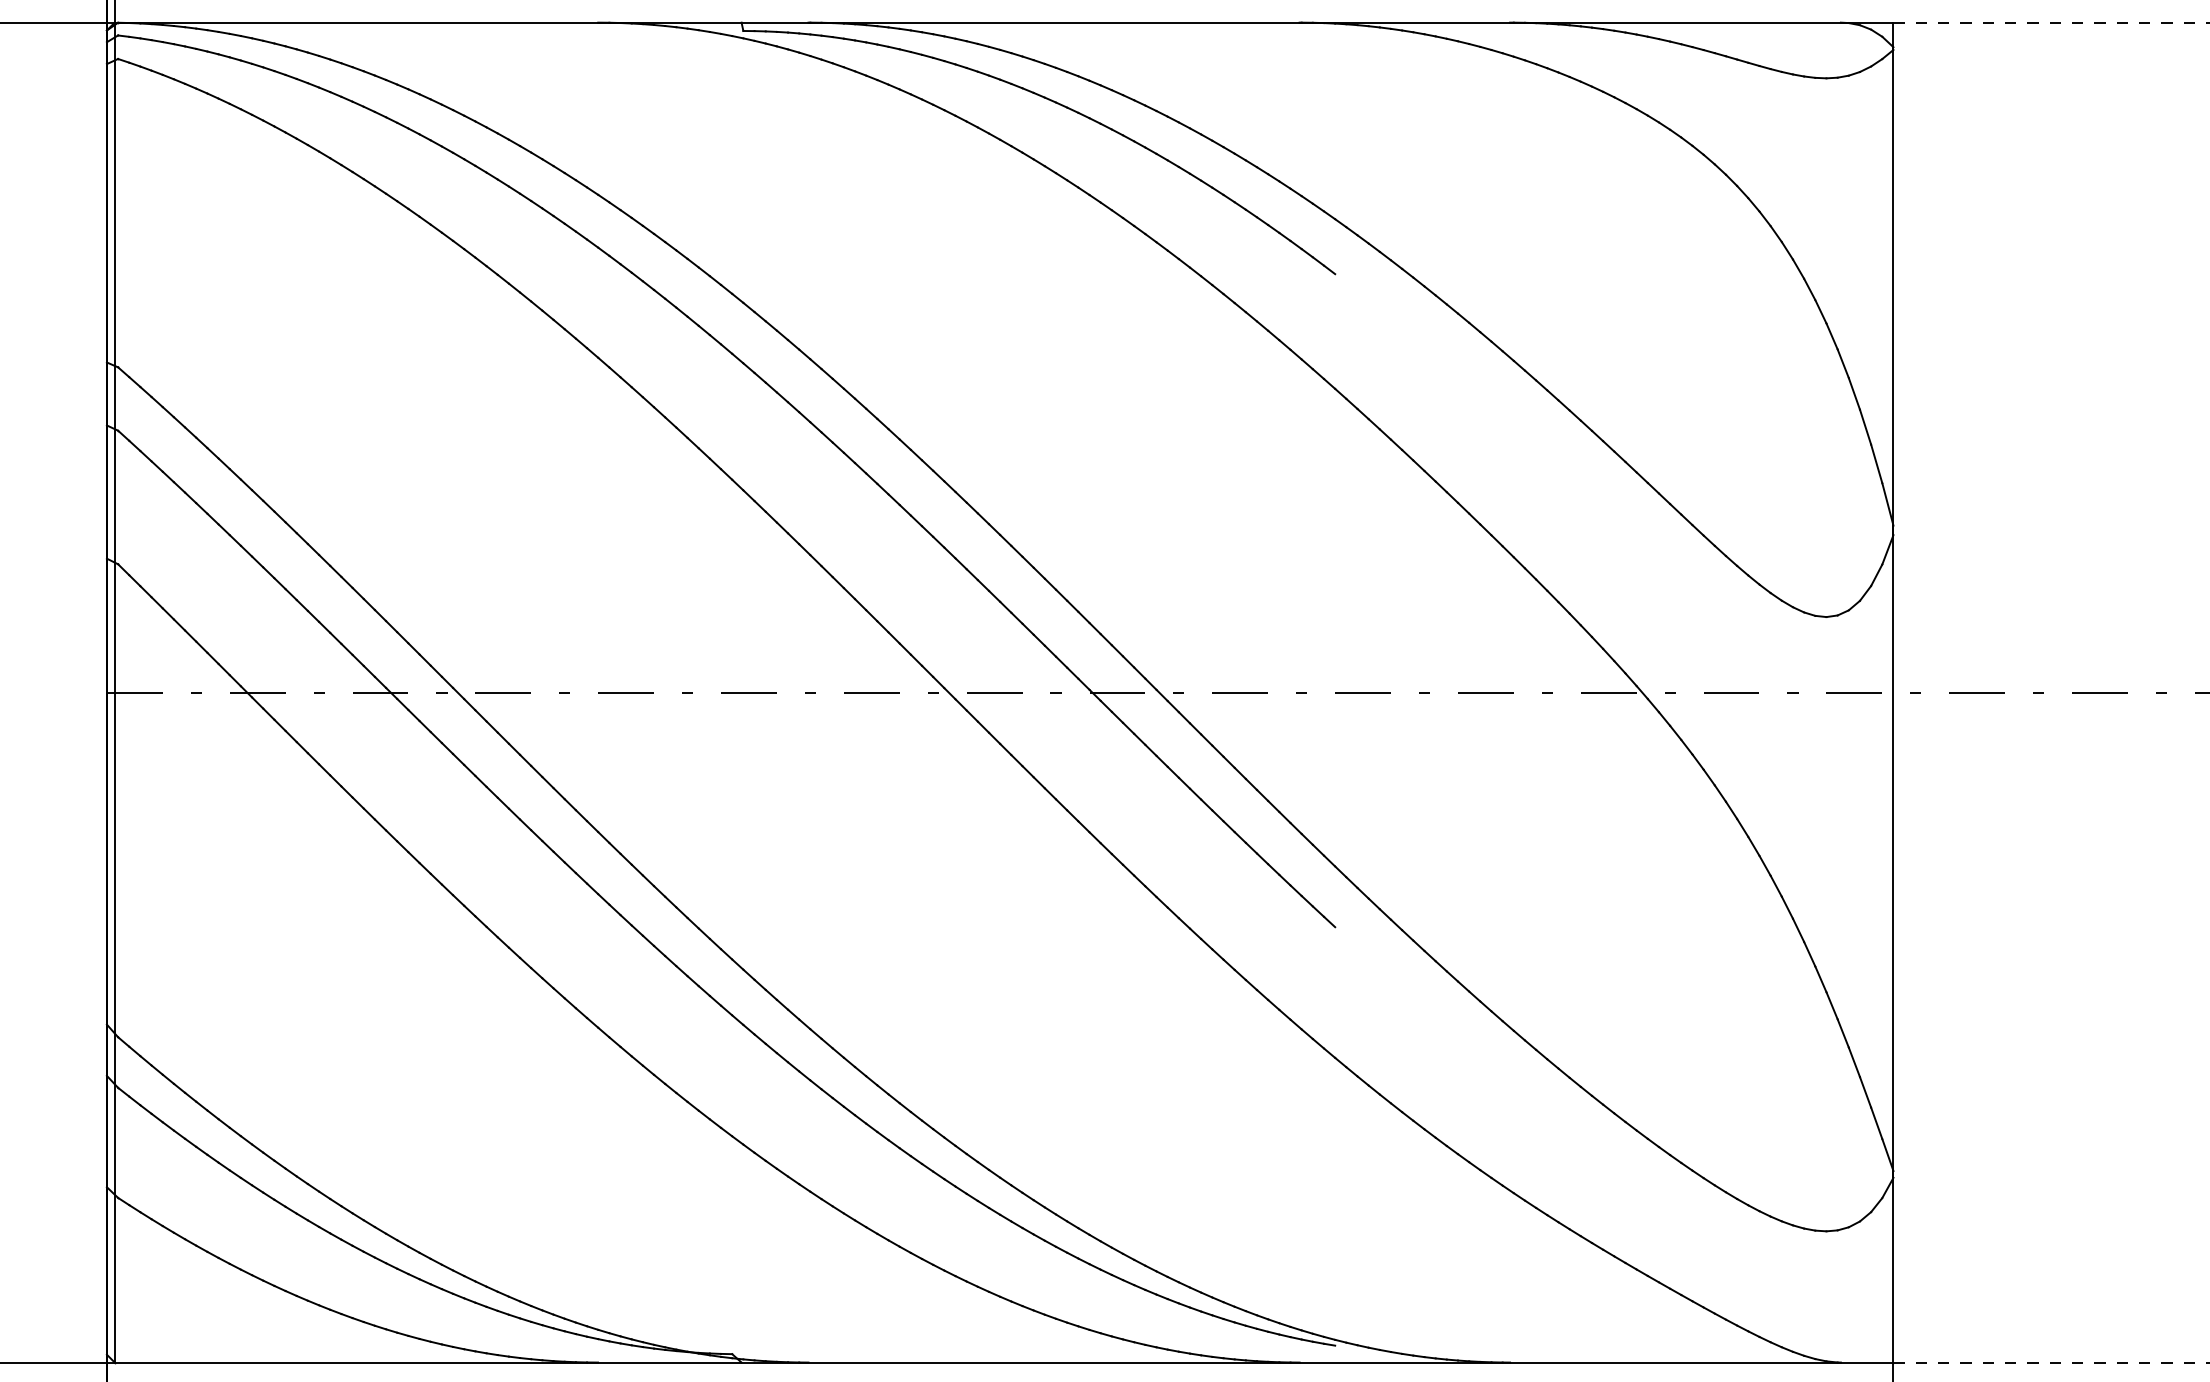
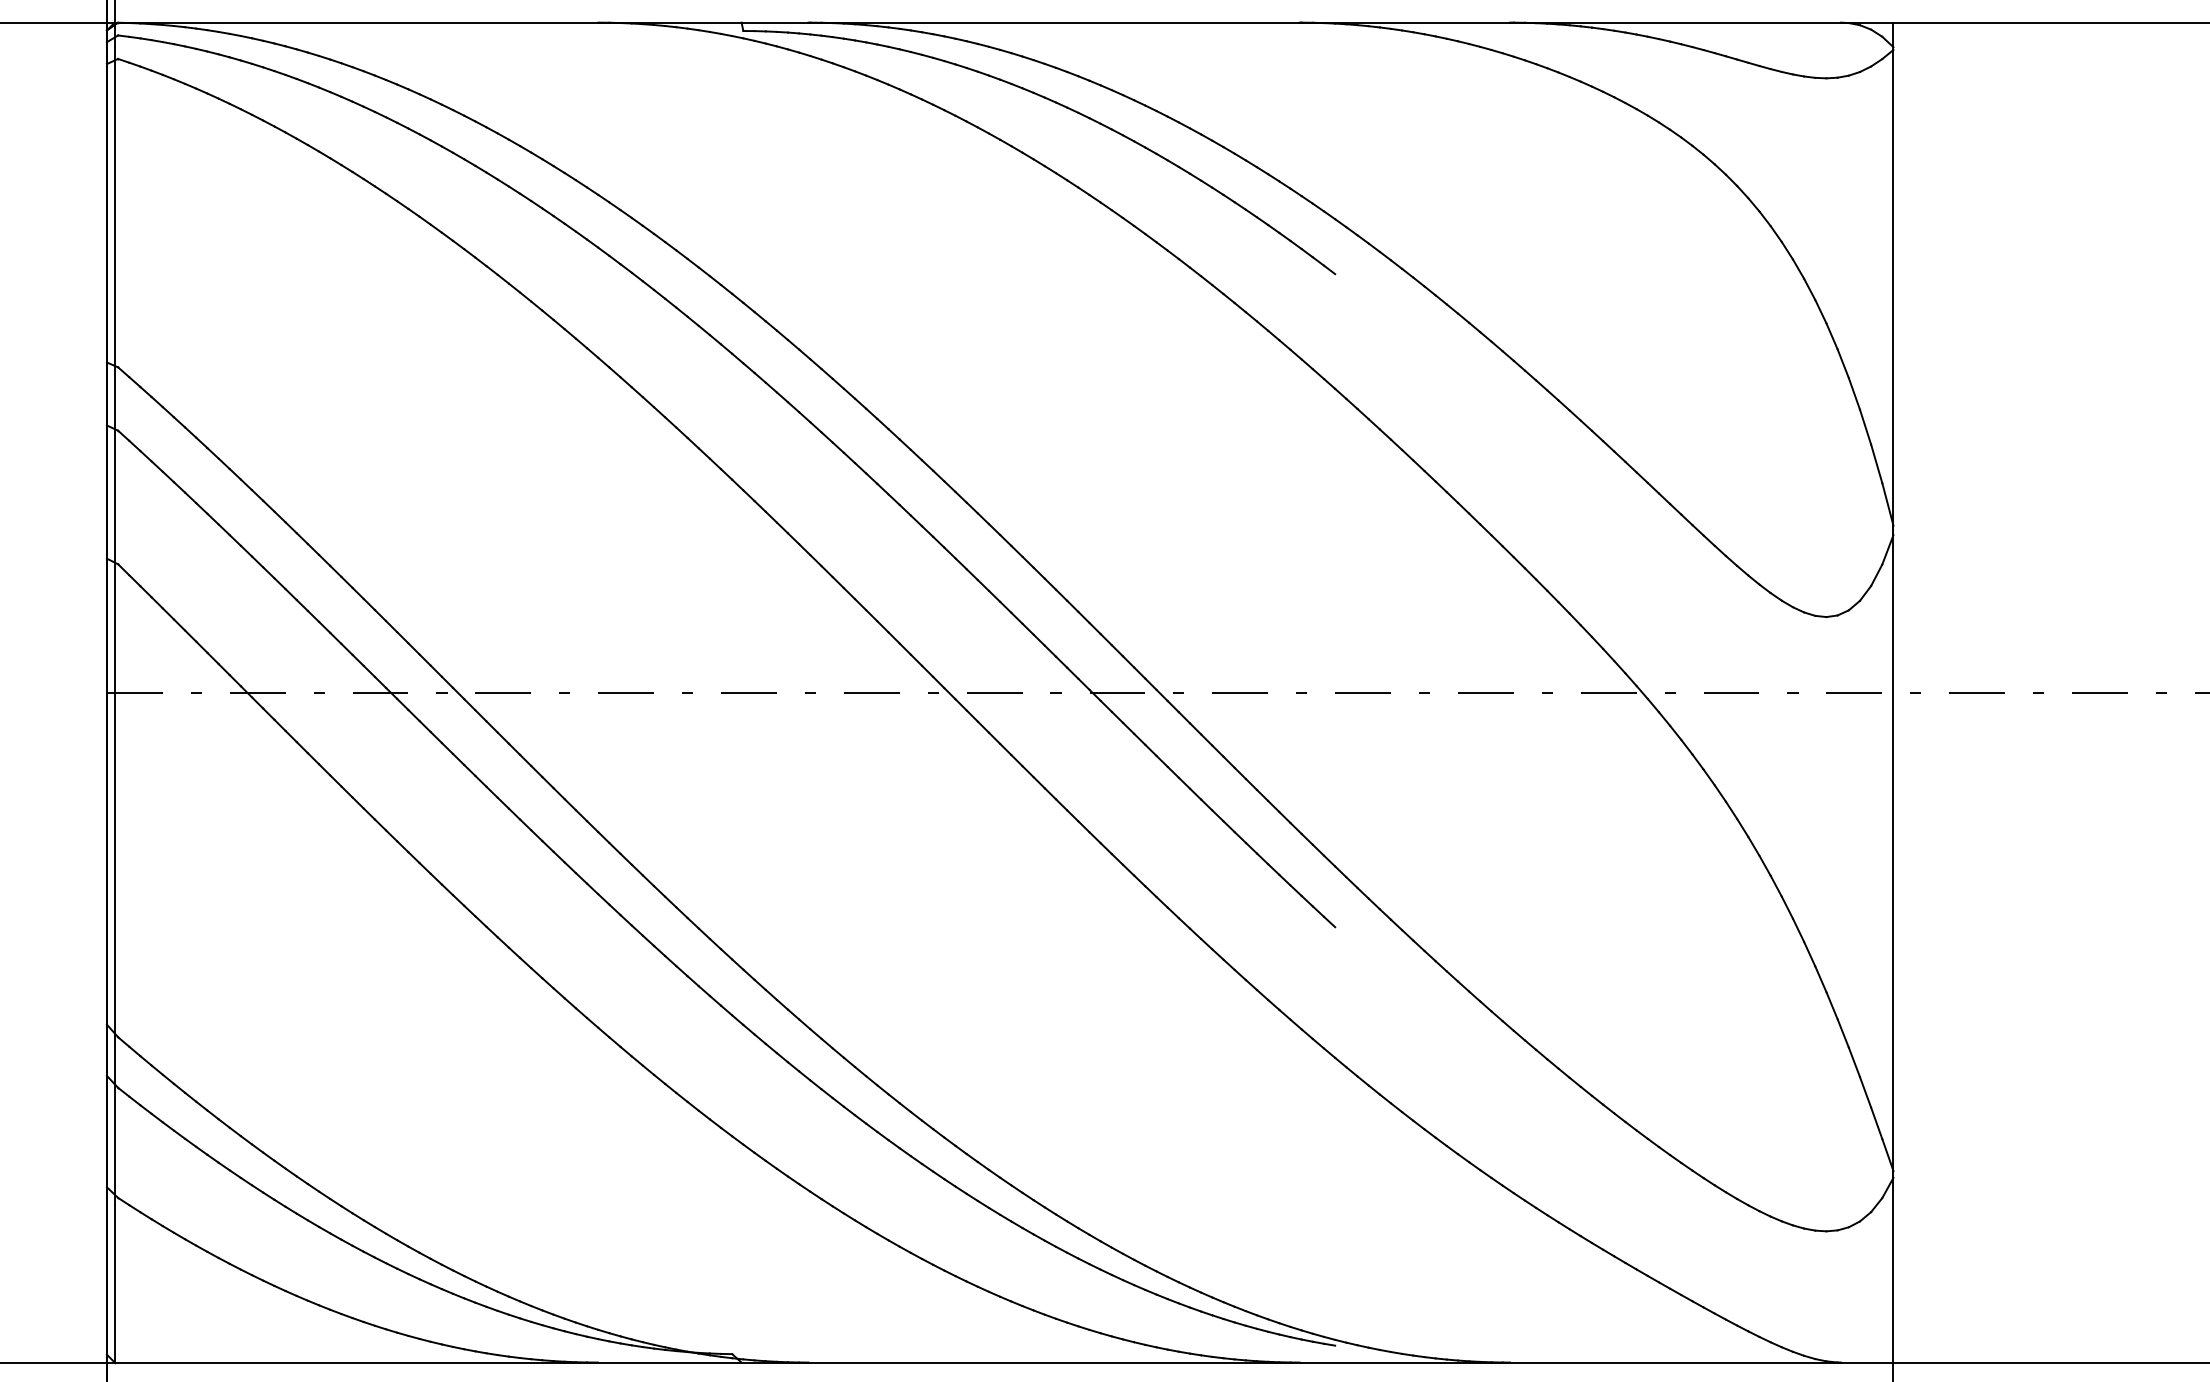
line at (2051, 22): dashed -> solid
line at (2051, 1362): dashed -> solid
